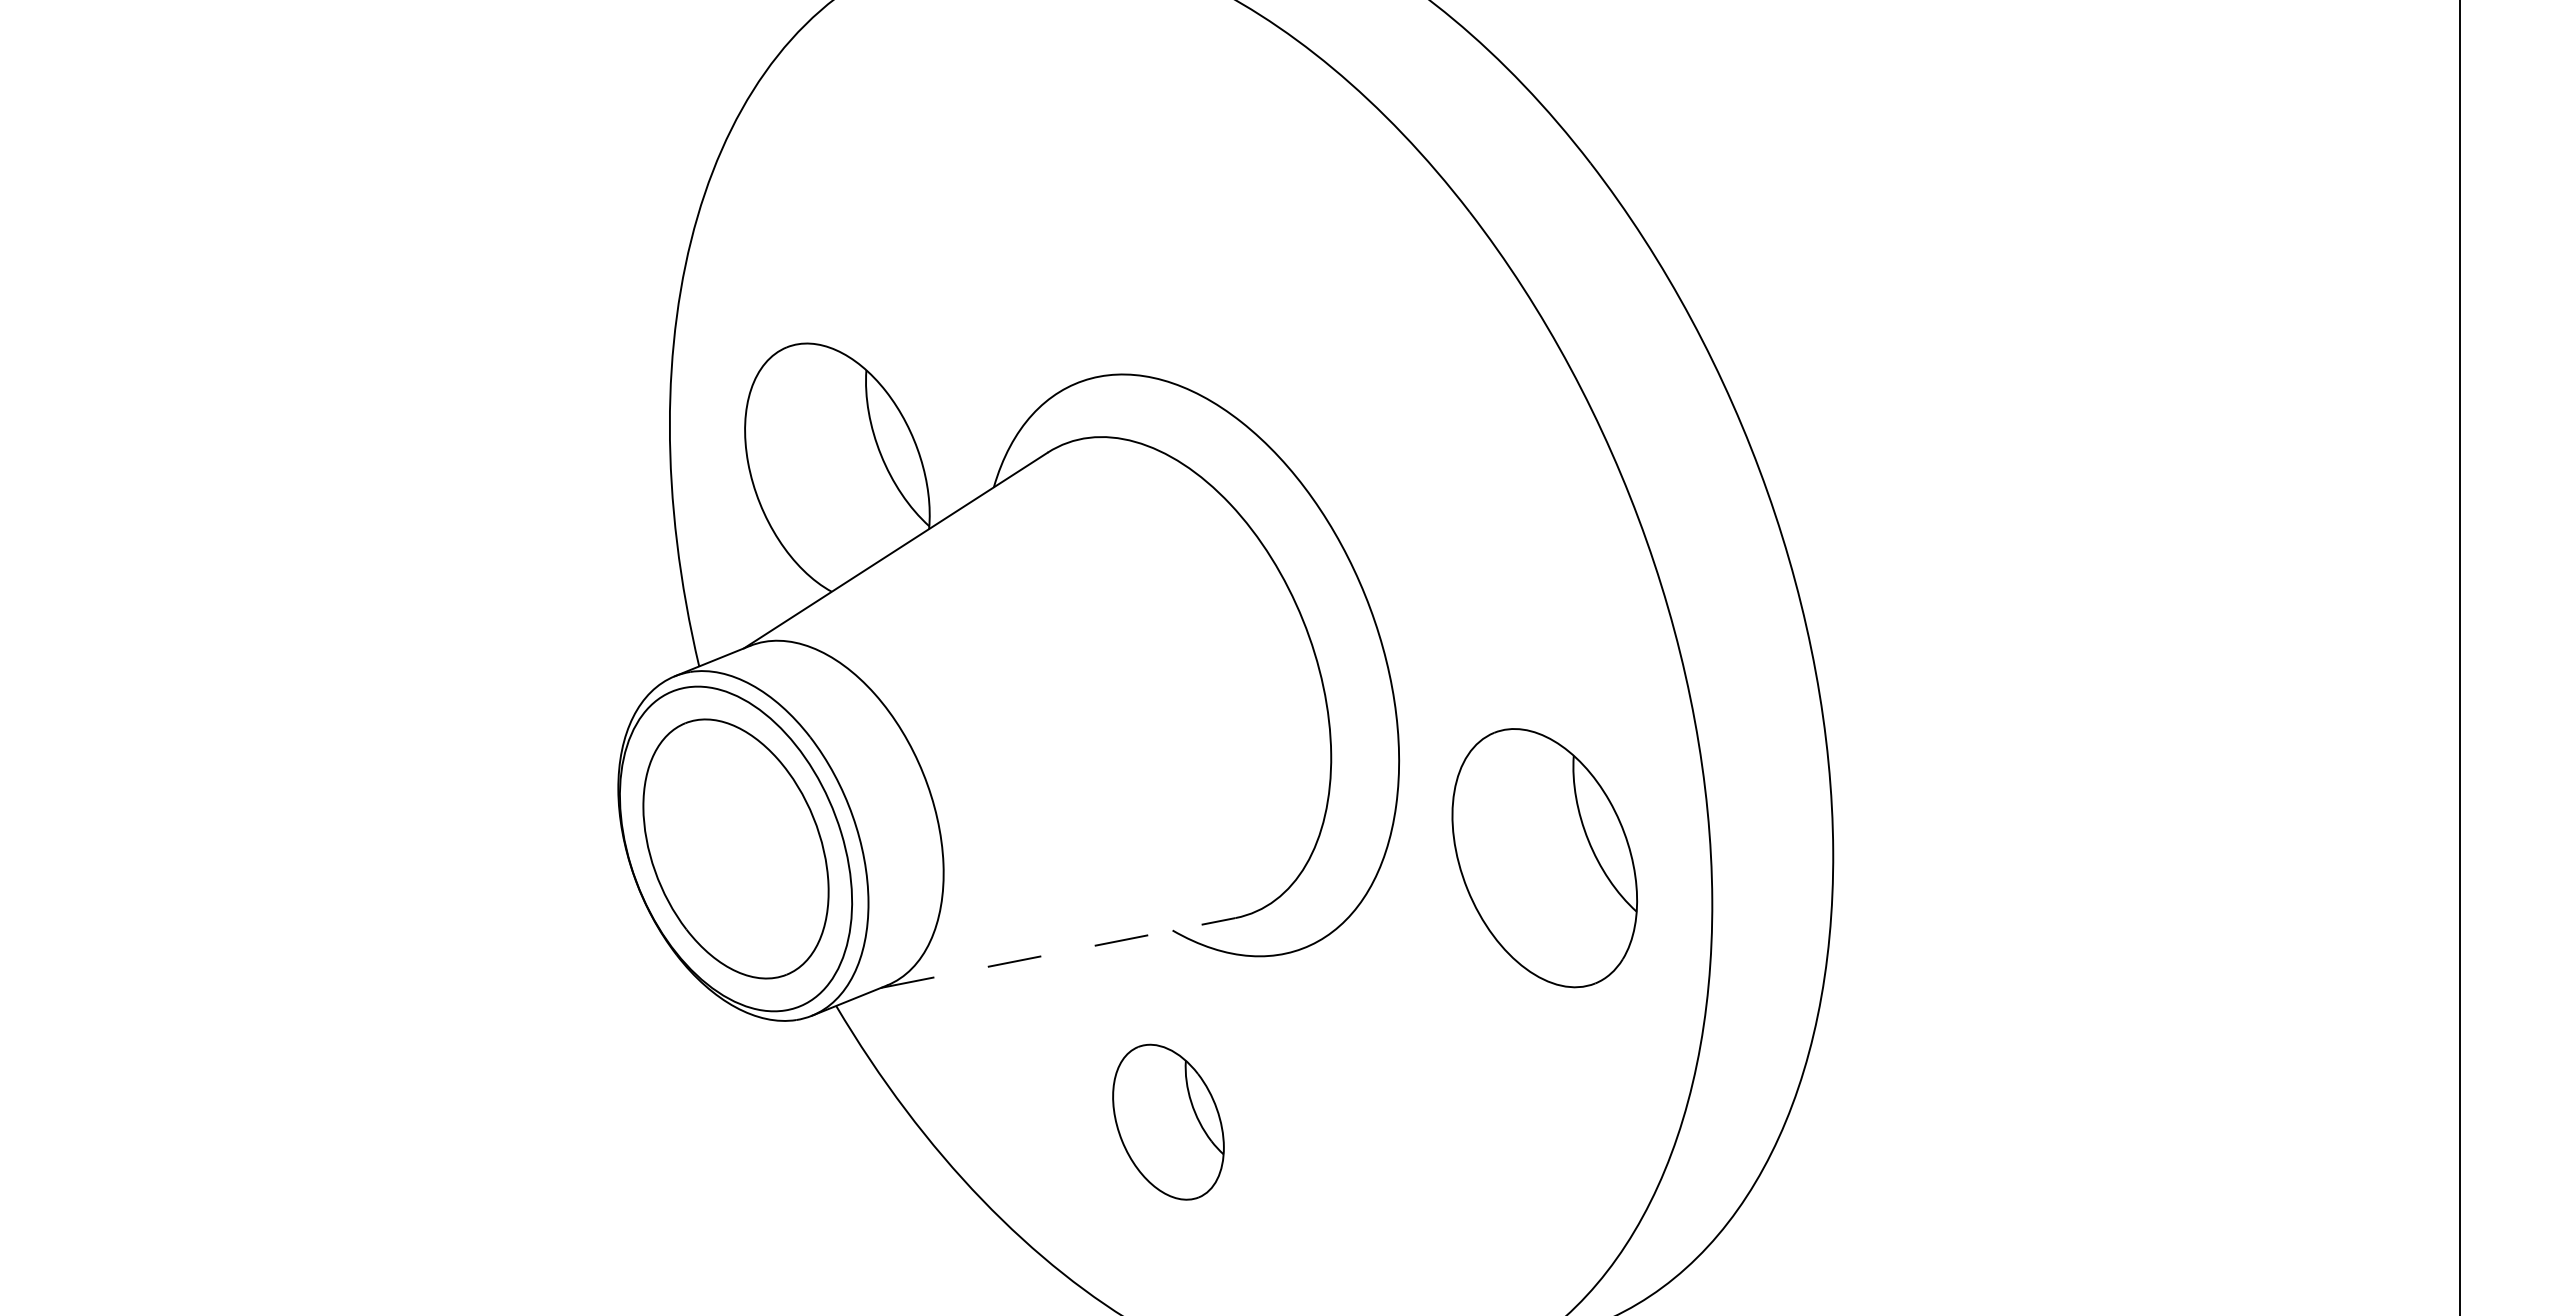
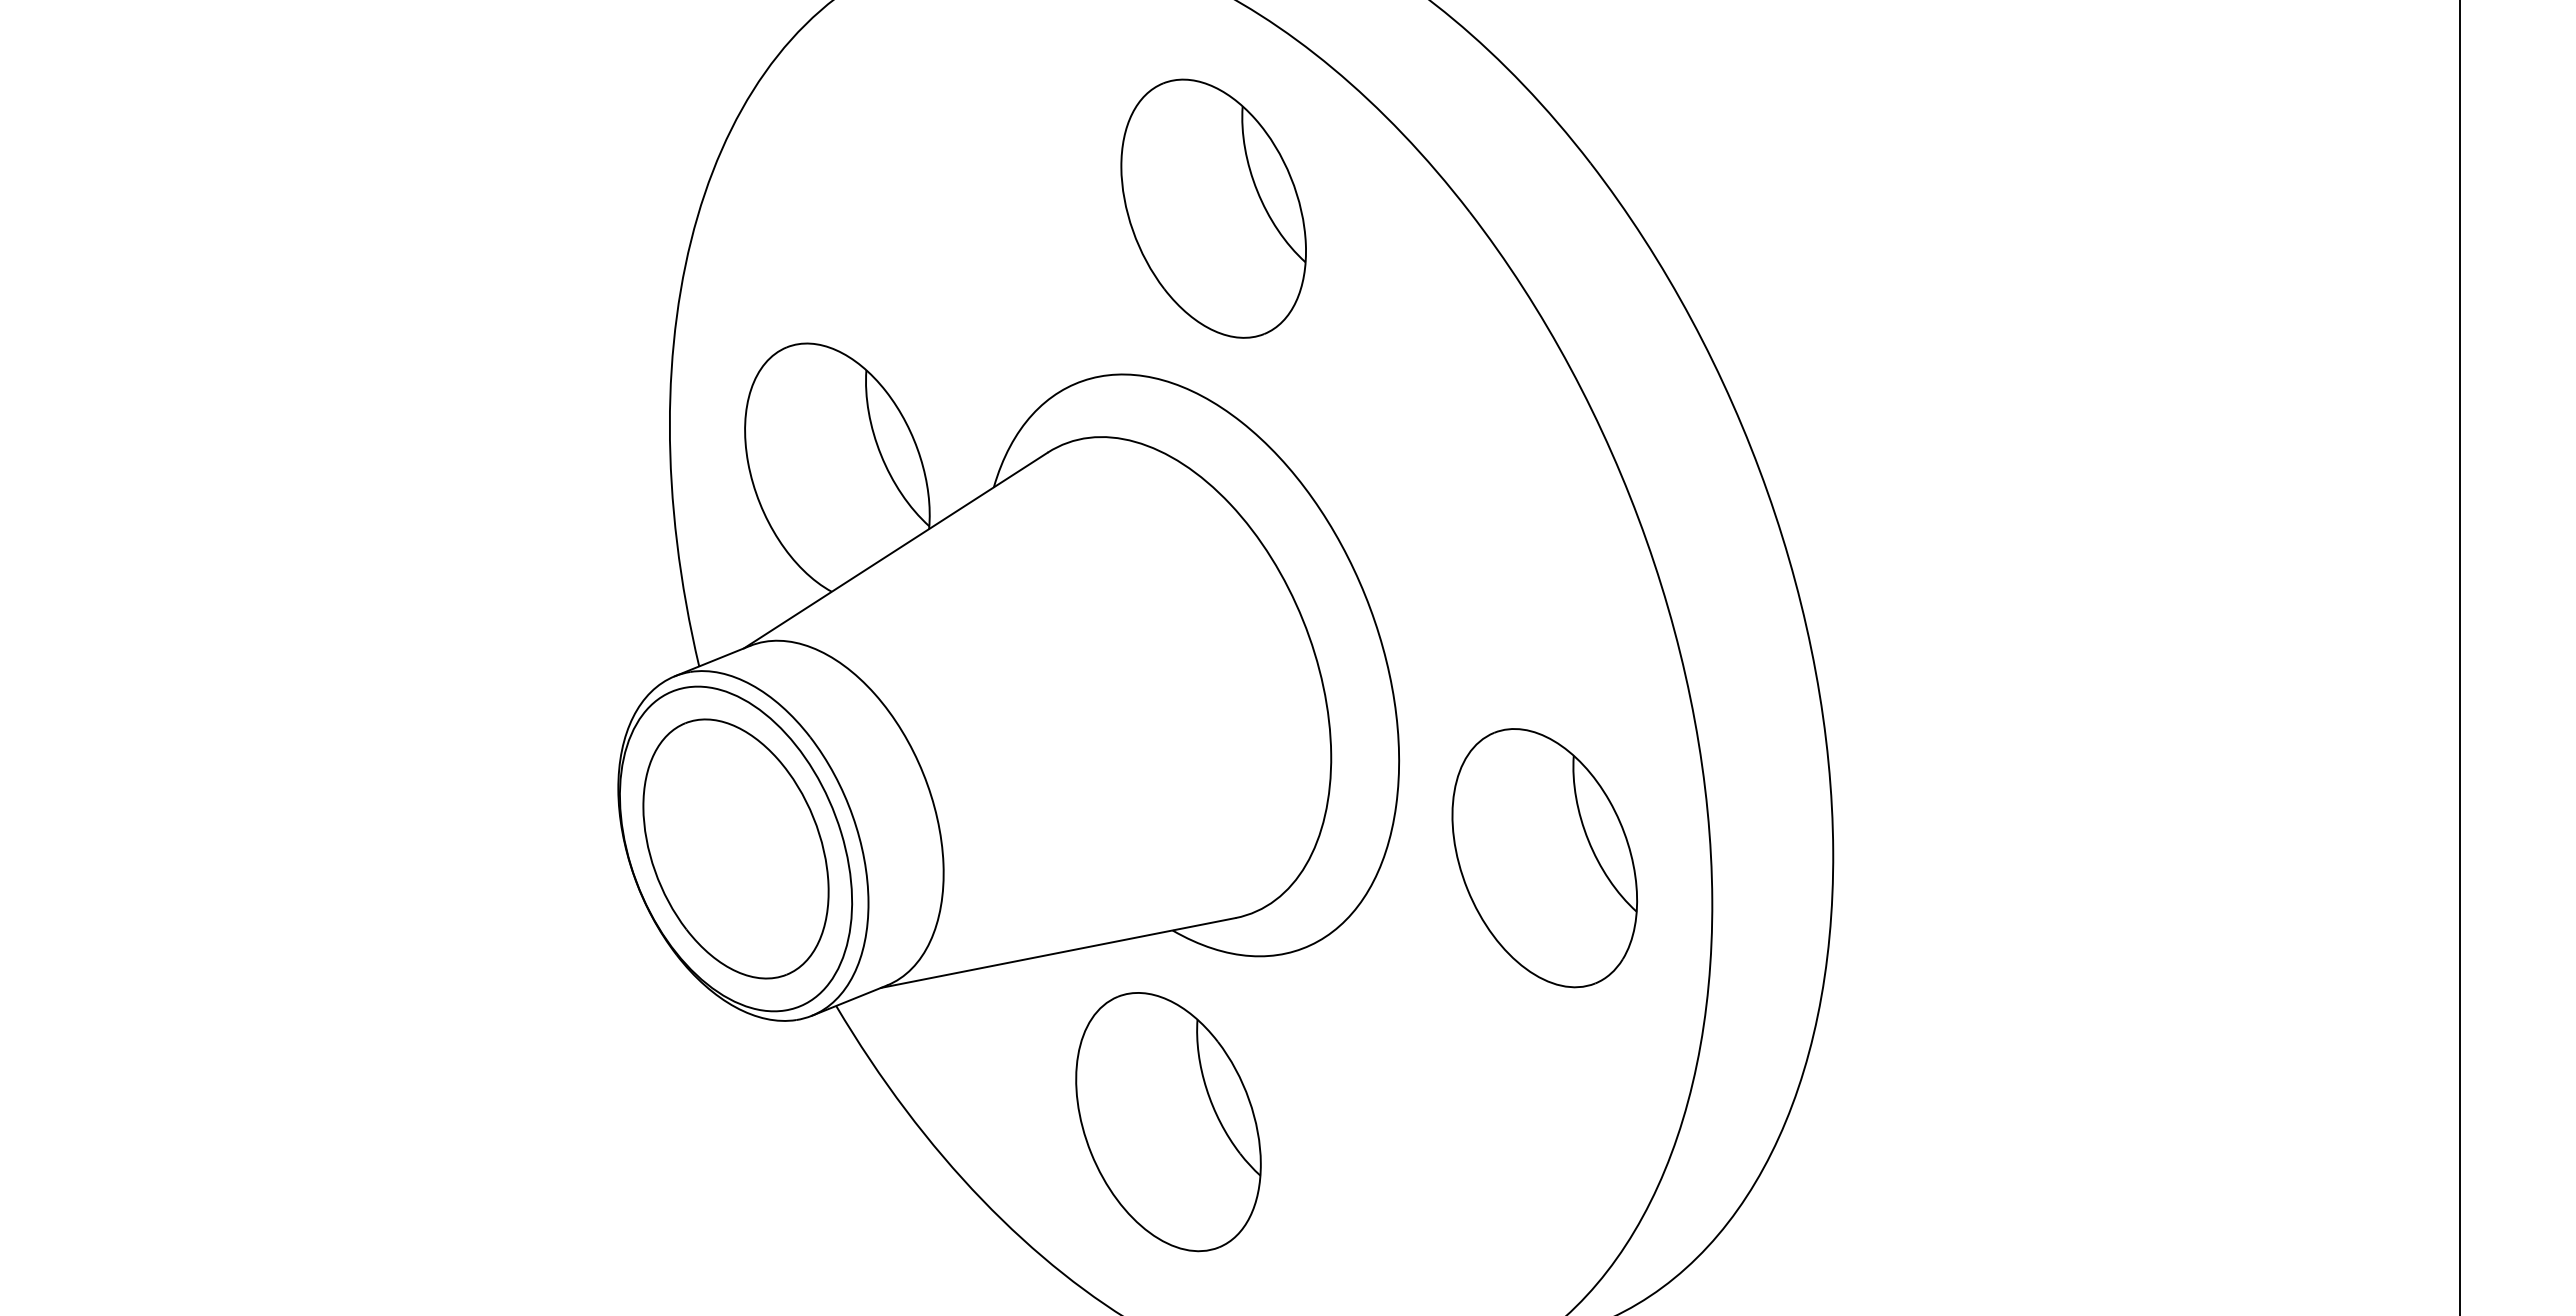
part at (1213, 208): none -> present
line at (1058, 953): dashed -> solid
part at (1168, 1121) size: 113x158 px -> 187x261 px
